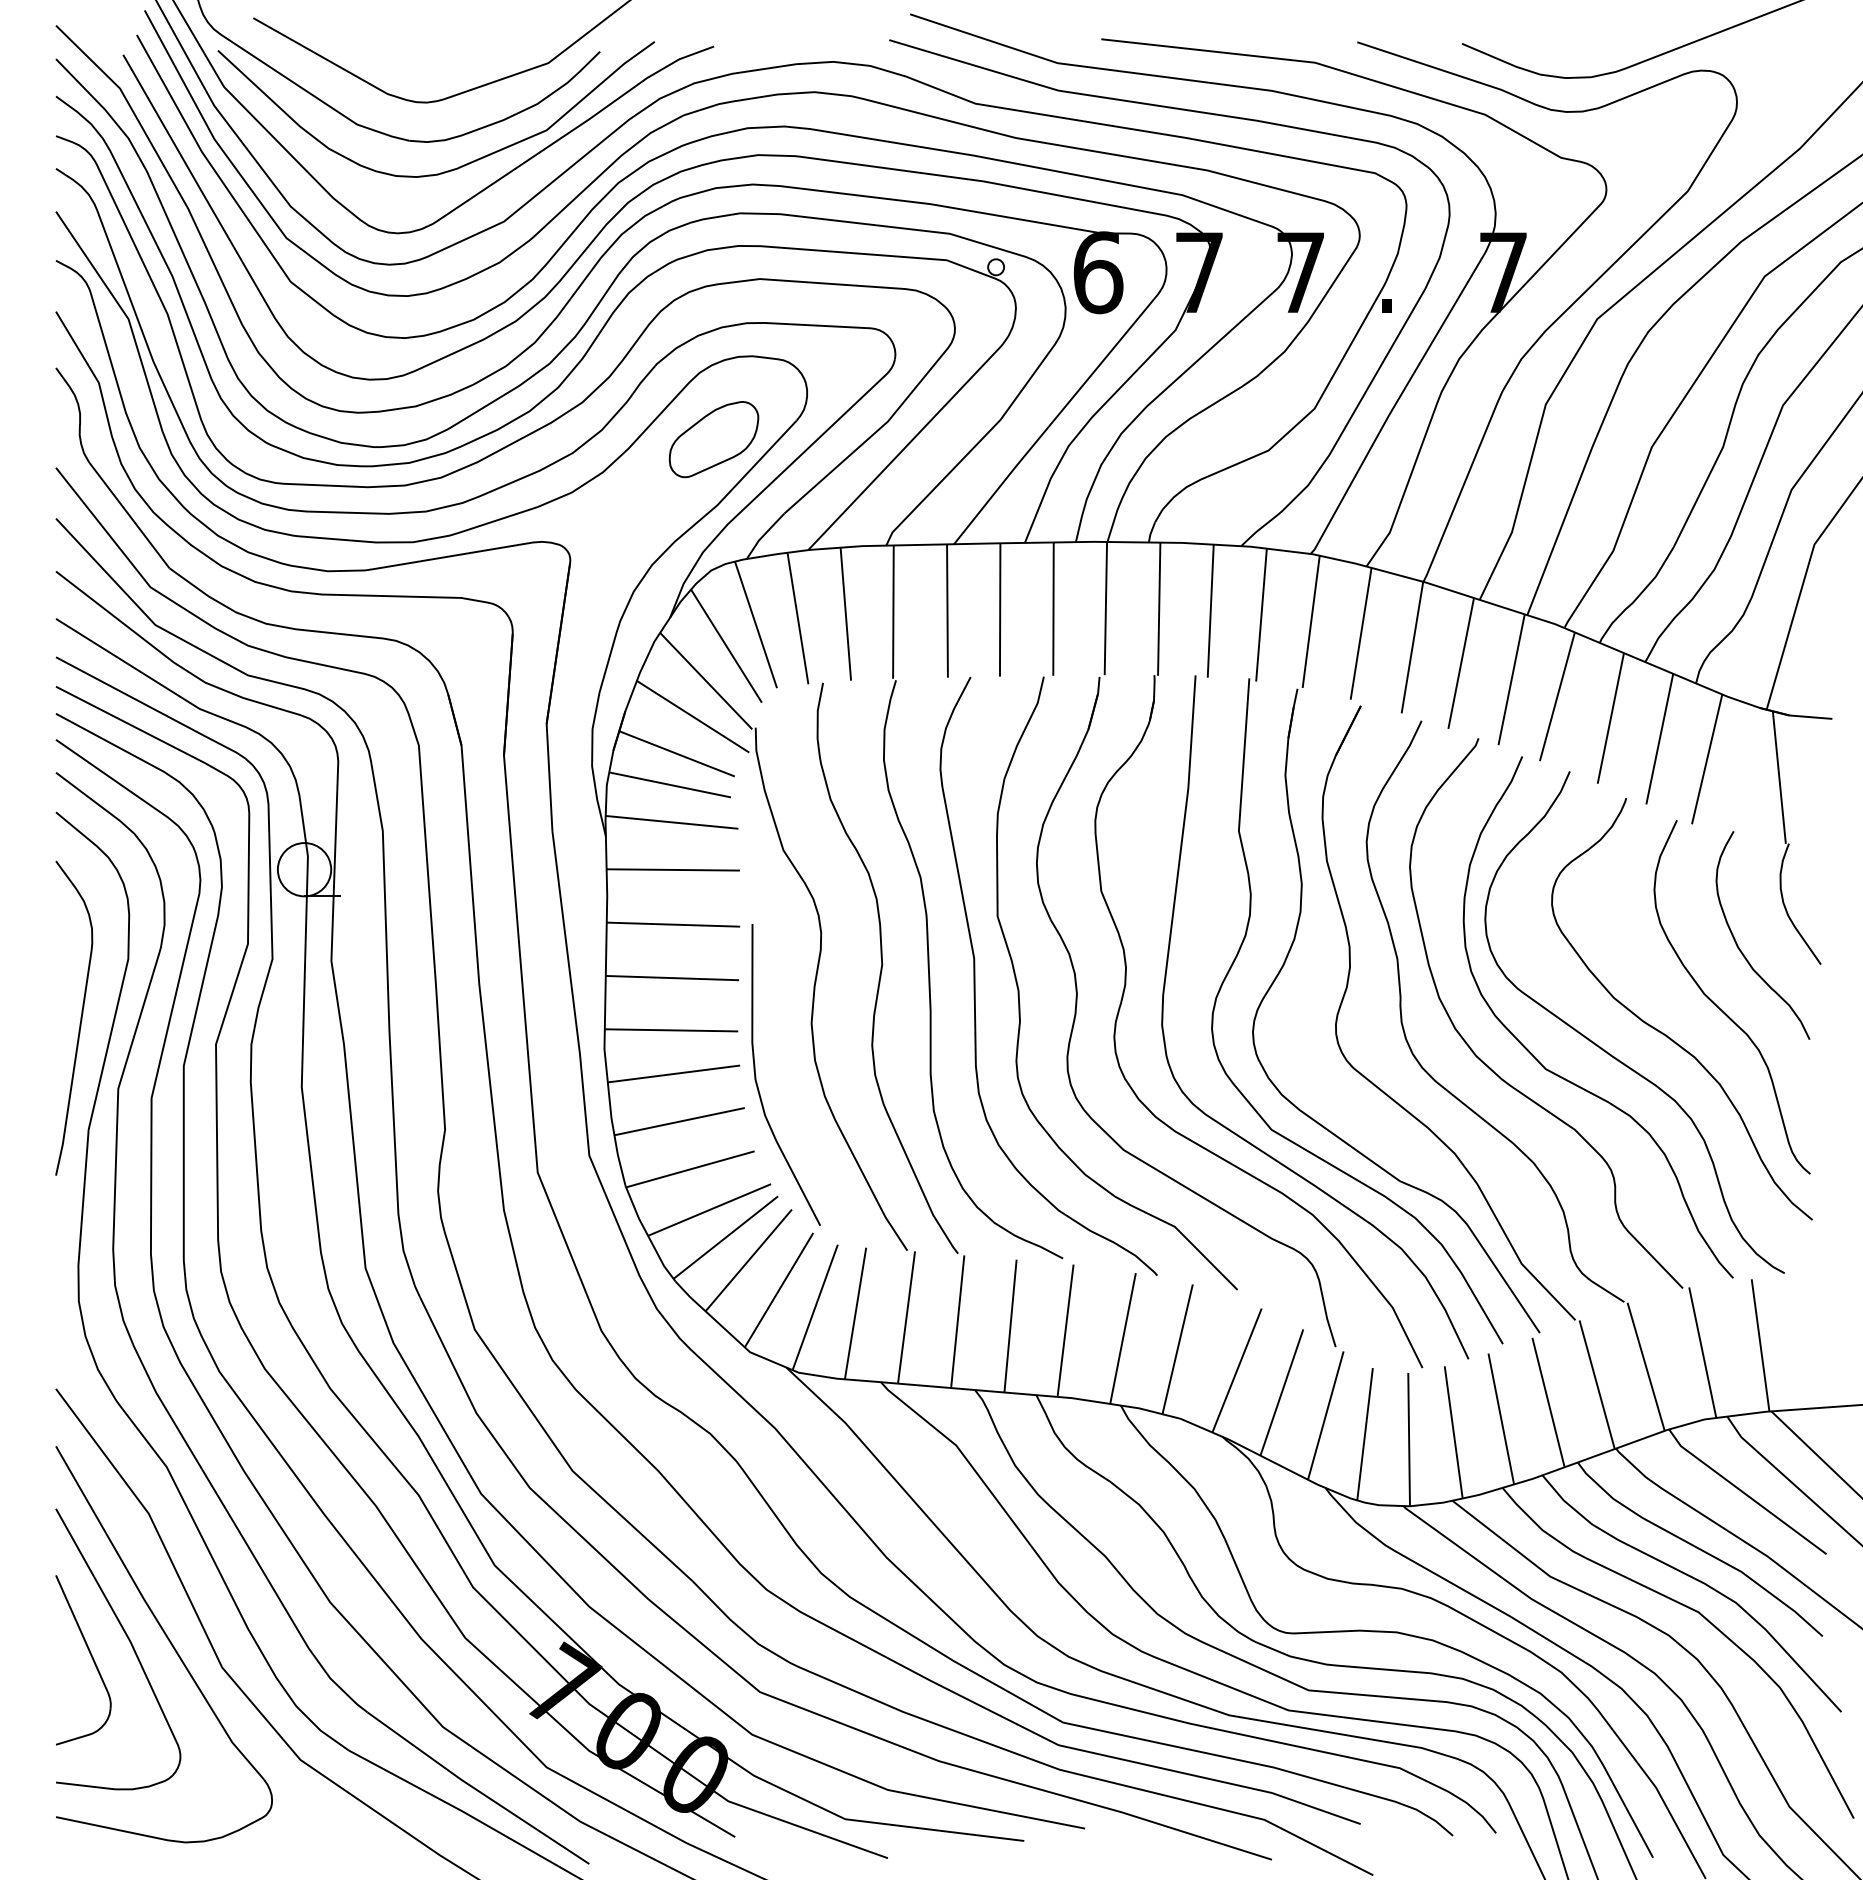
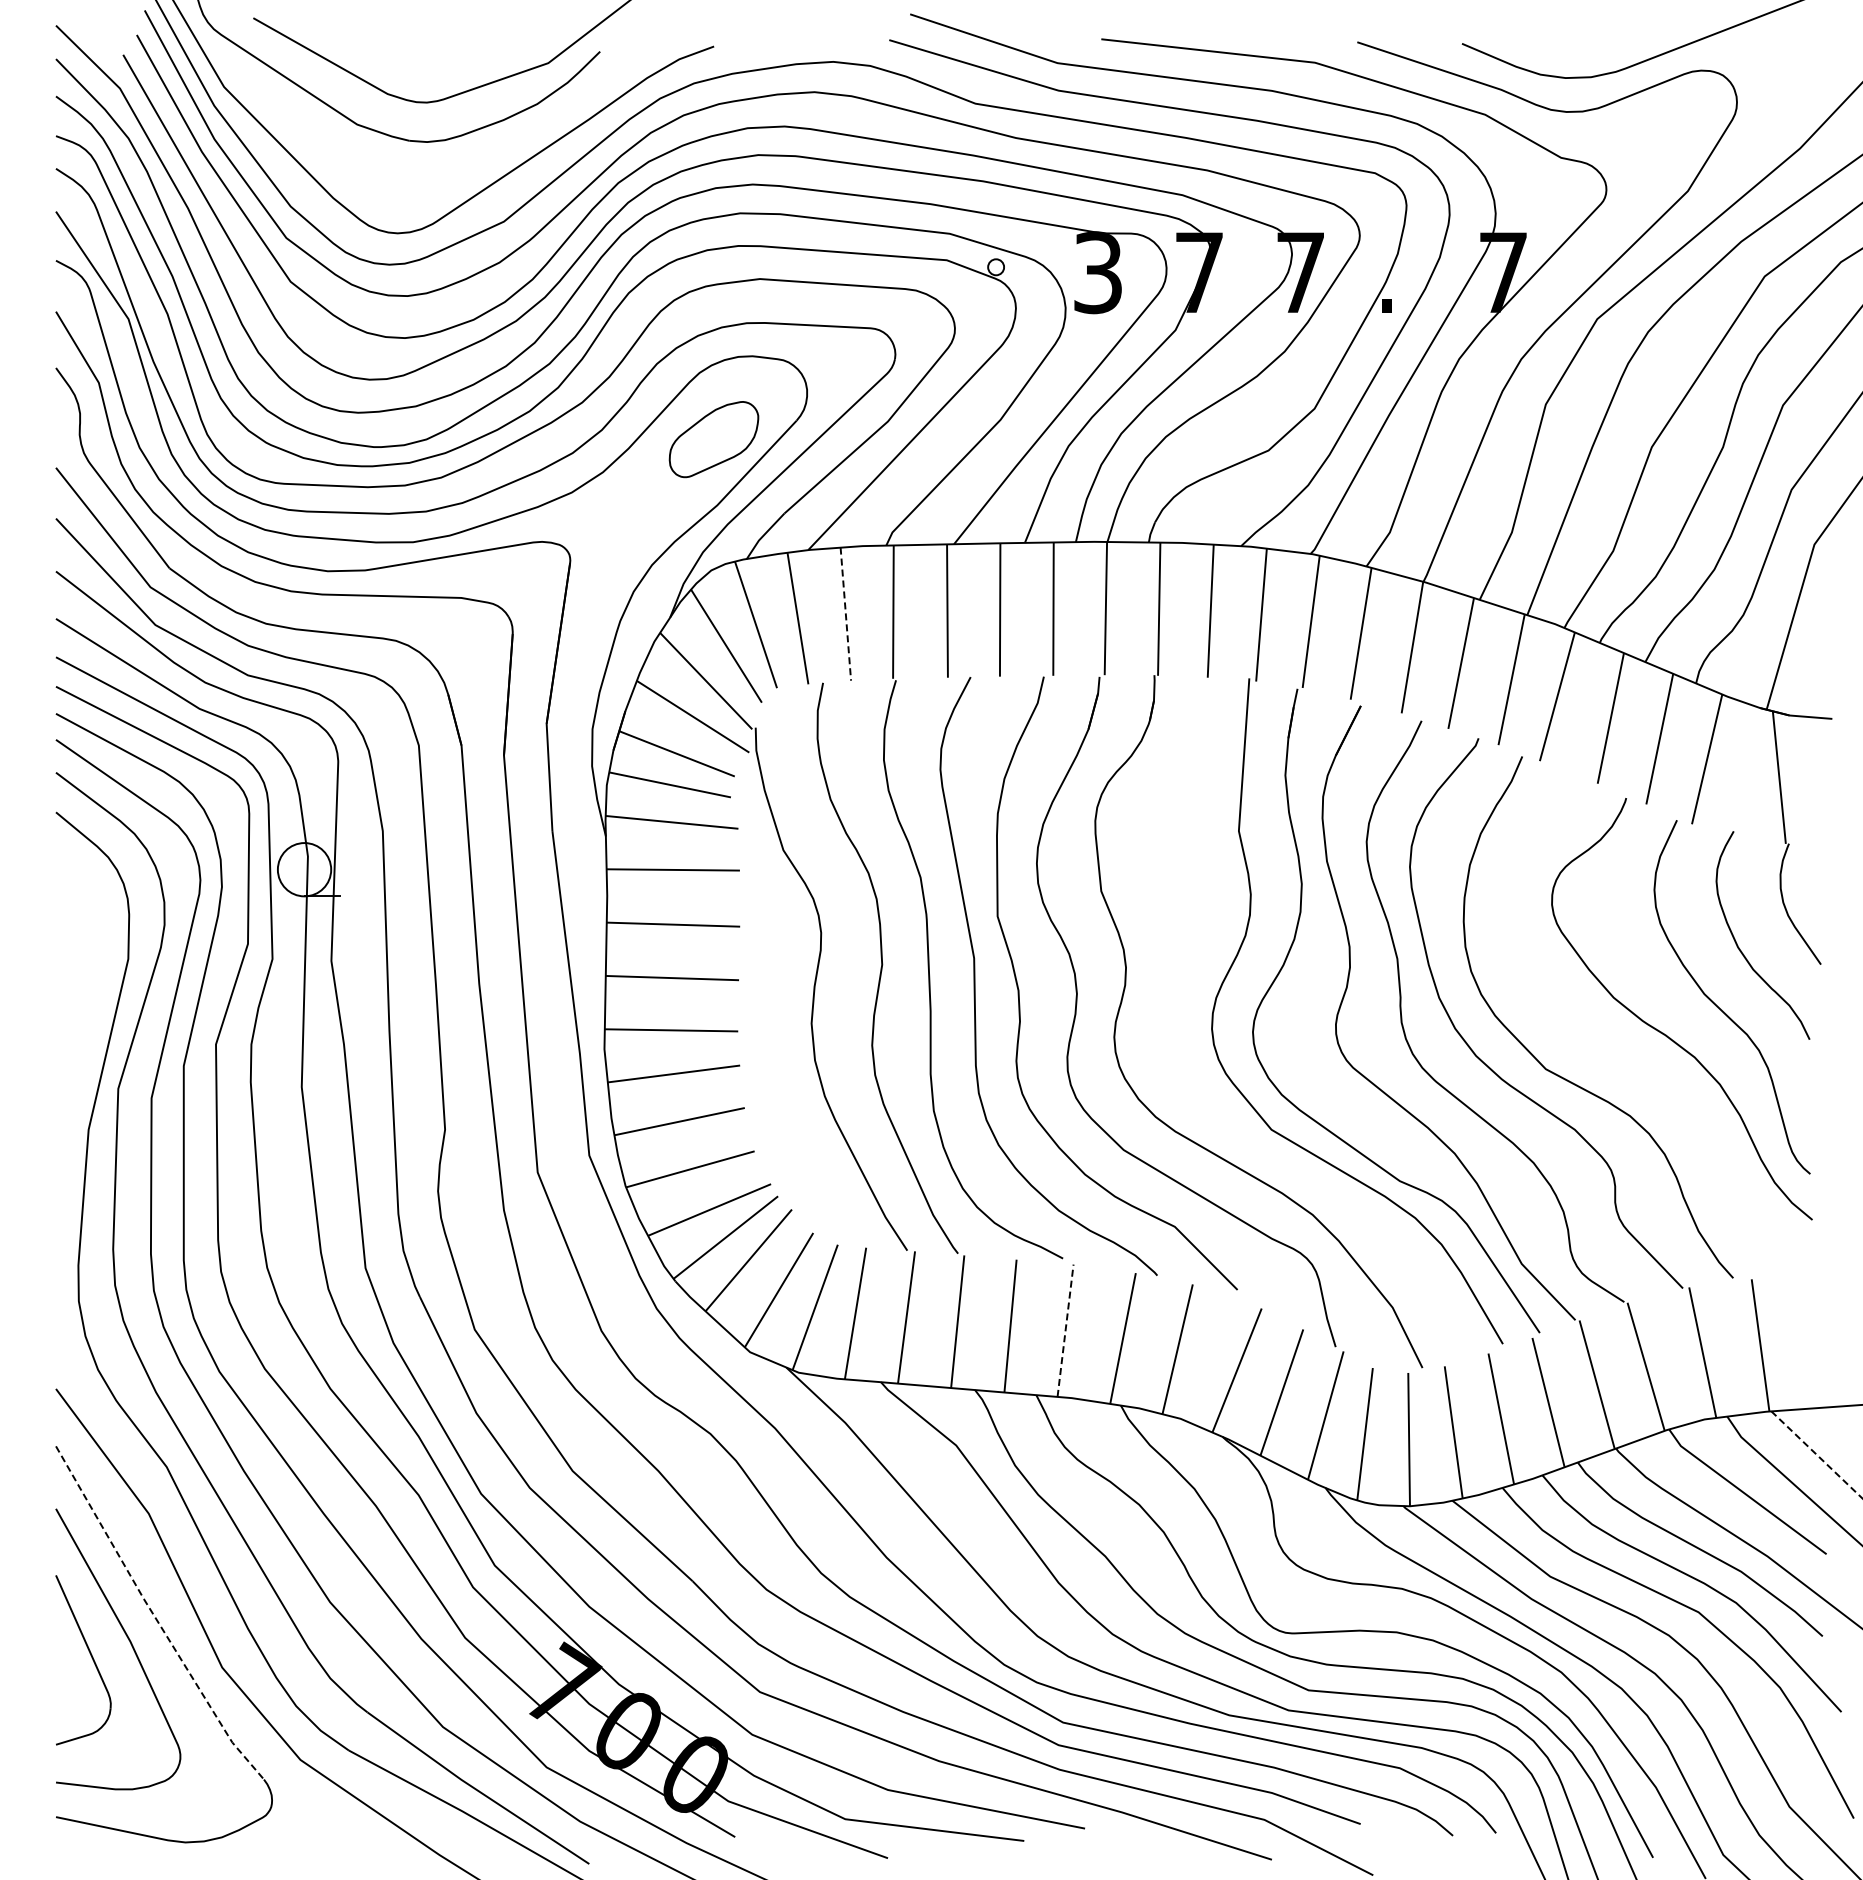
curve at (463, 164): present -> none
text at (1098, 272): 6 -> 3
line at (845, 614): solid -> dashed
curve at (80, 1017): present -> none
curve at (1610, 1053): present -> none
curve at (756, 1076): present -> none
curve at (1238, 1134): present -> none
line at (1065, 1330): solid -> dashed
line at (1817, 1455): solid -> dashed
line at (154, 1616): solid -> dashed
